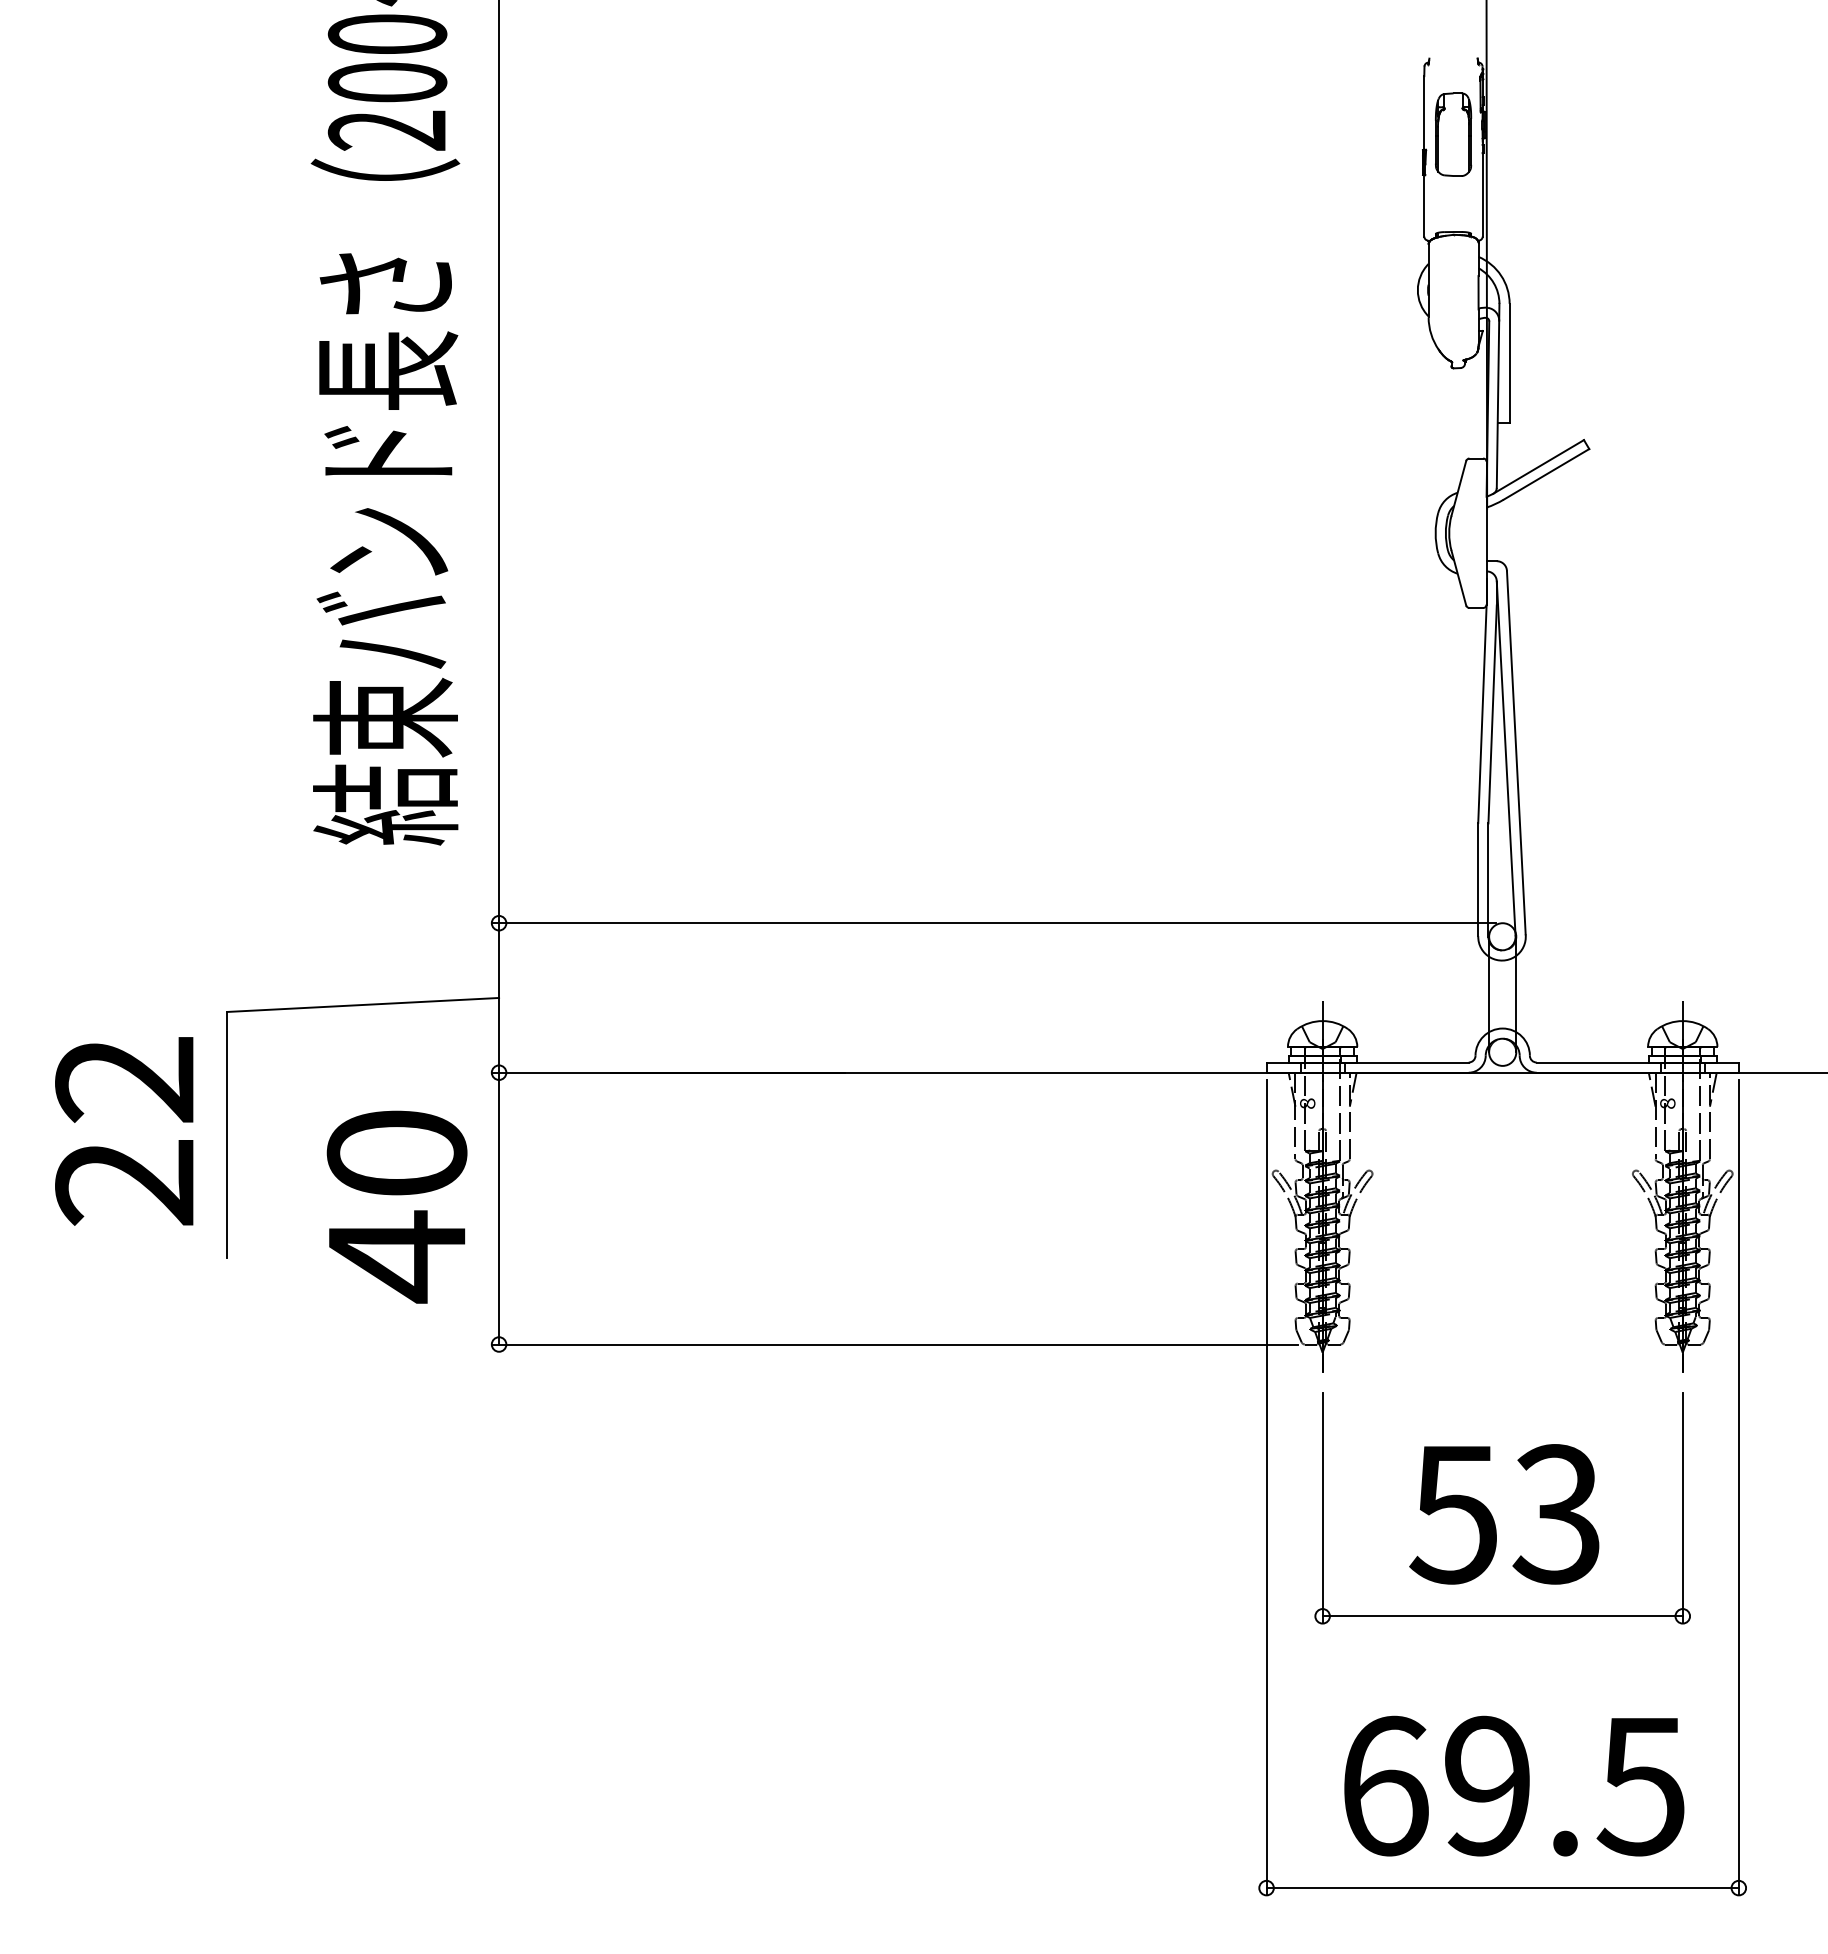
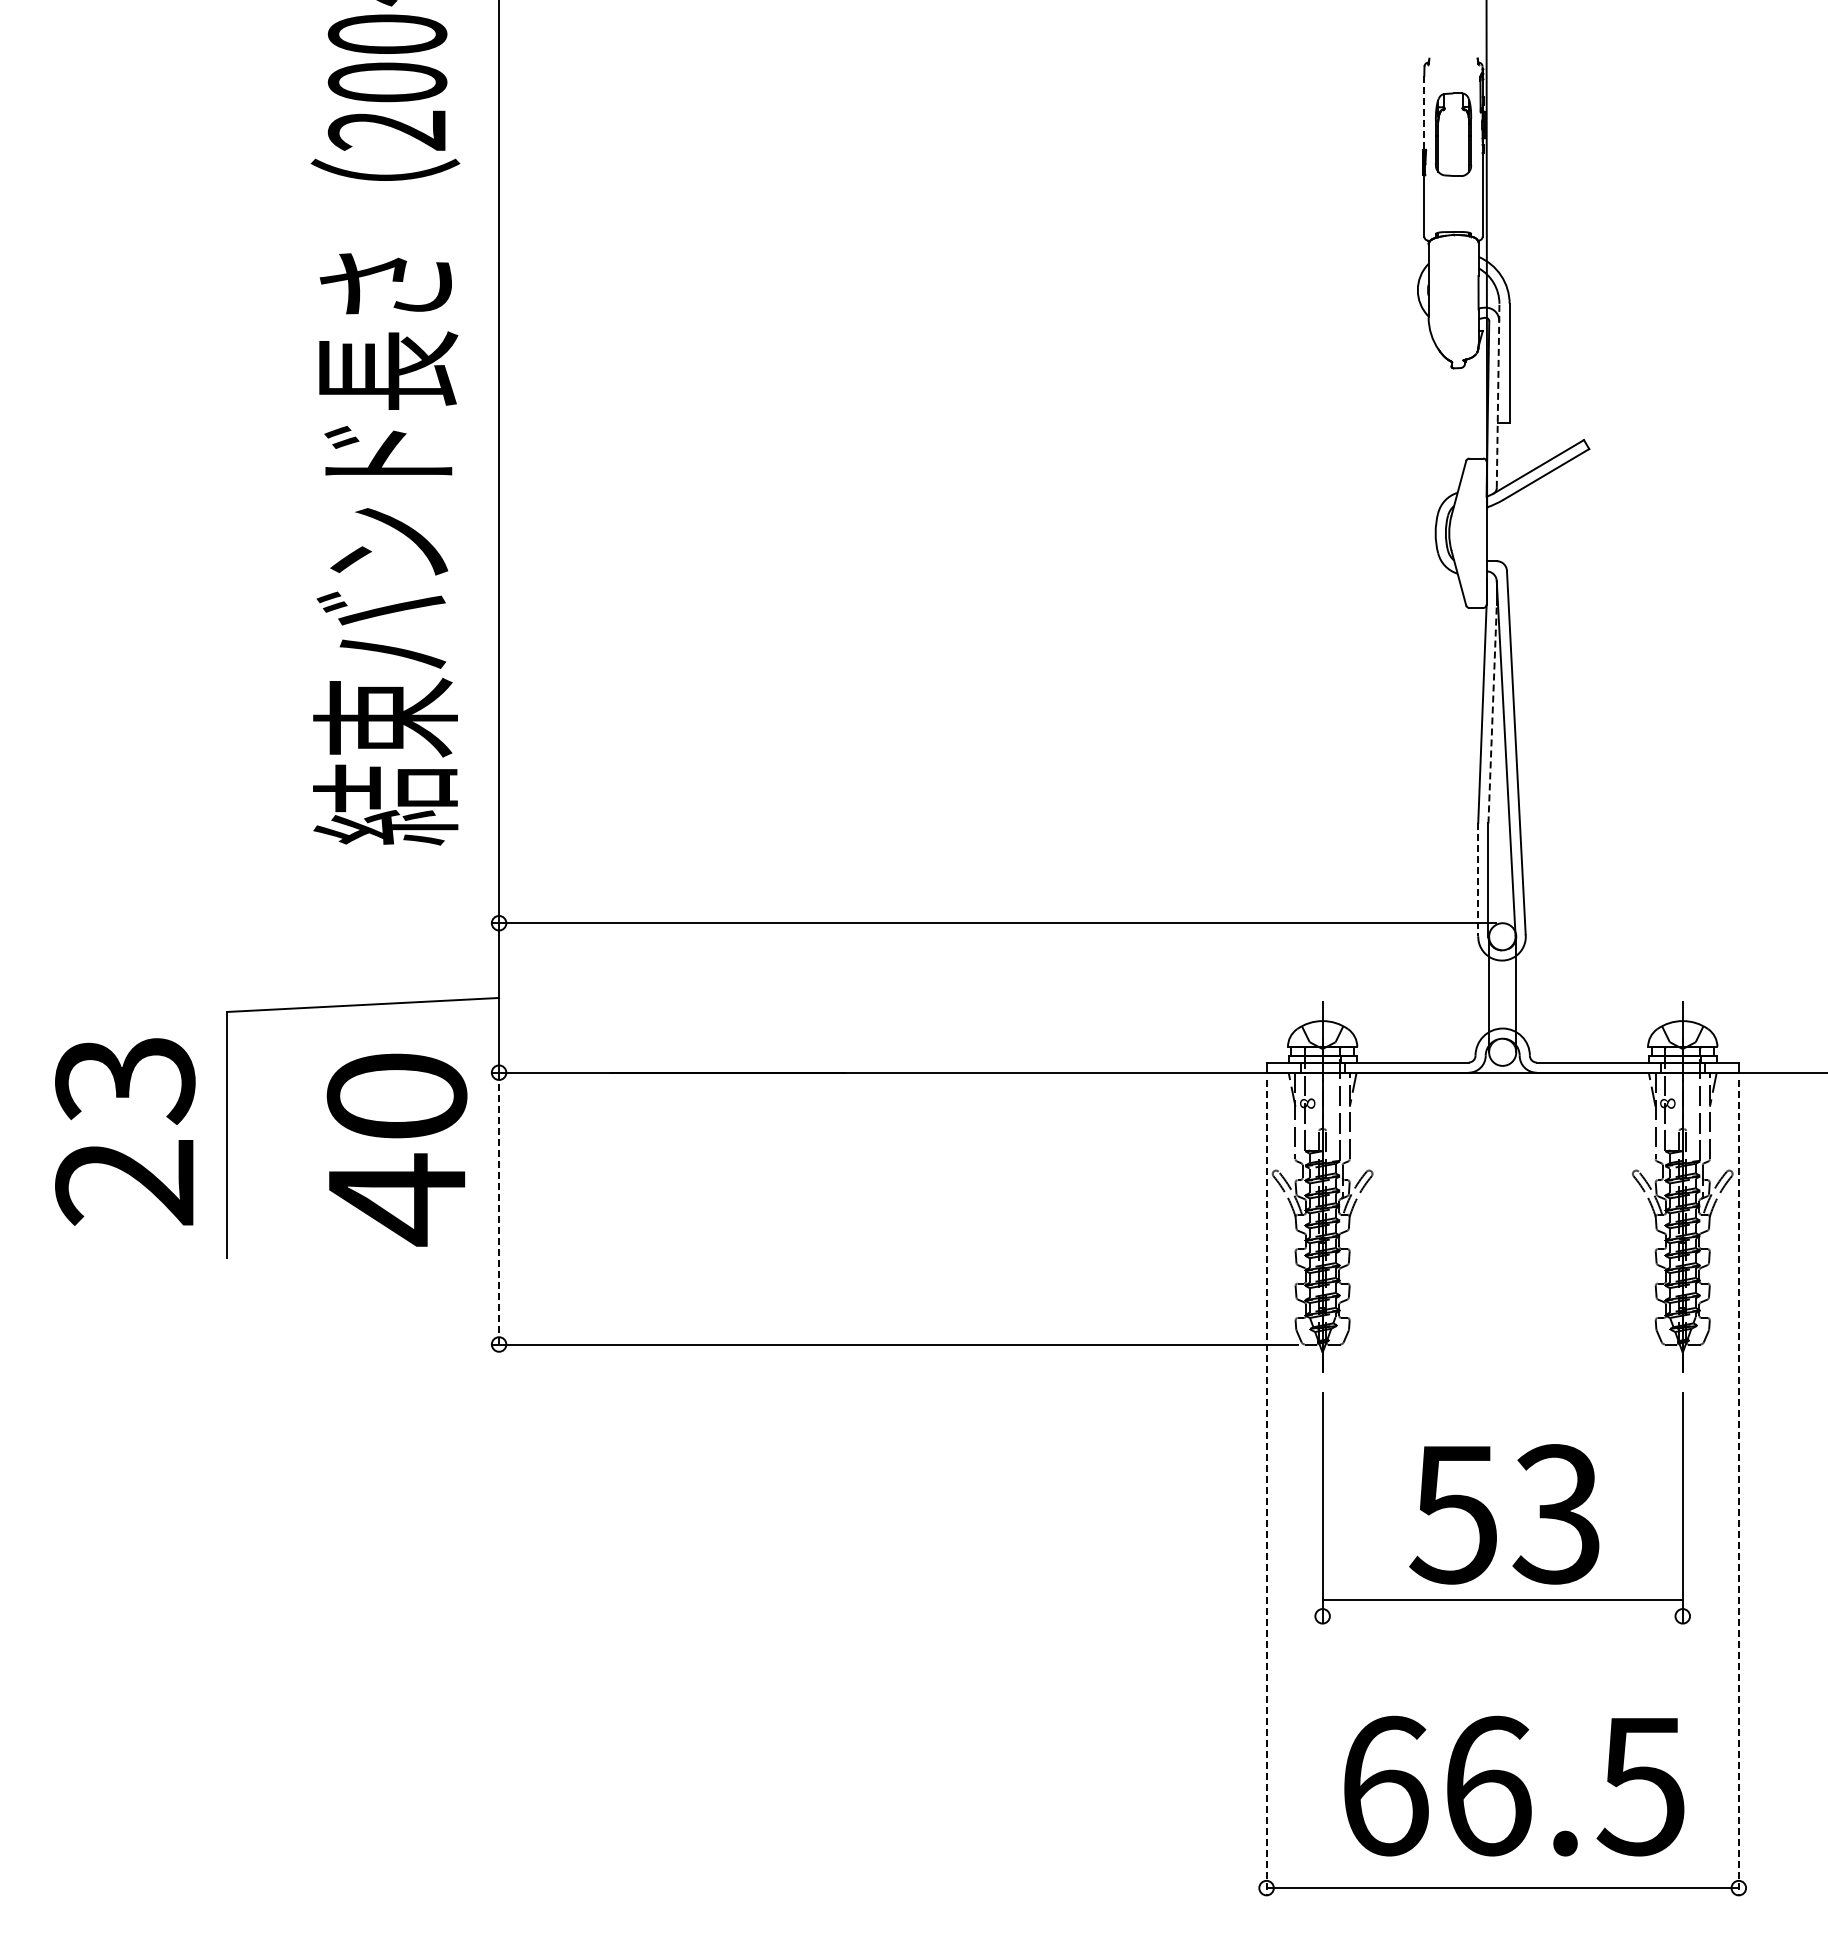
line at (1424, 113): solid -> dashed
line at (1498, 395): solid -> dashed
line at (1492, 713): solid -> dashed
line at (1478, 879): solid -> dashed
text at (125, 1080): 22 -> 23
text at (396, 1206) position: (396, 1206) -> (396, 1149)
line at (499, 1208): solid -> dashed
line at (1266, 1487): solid -> dashed
line at (1738, 1487): solid -> dashed
line at (1502, 1616) position: (1502, 1616) -> (1502, 1600)
text at (1488, 1785): 69.5 -> 66.5
